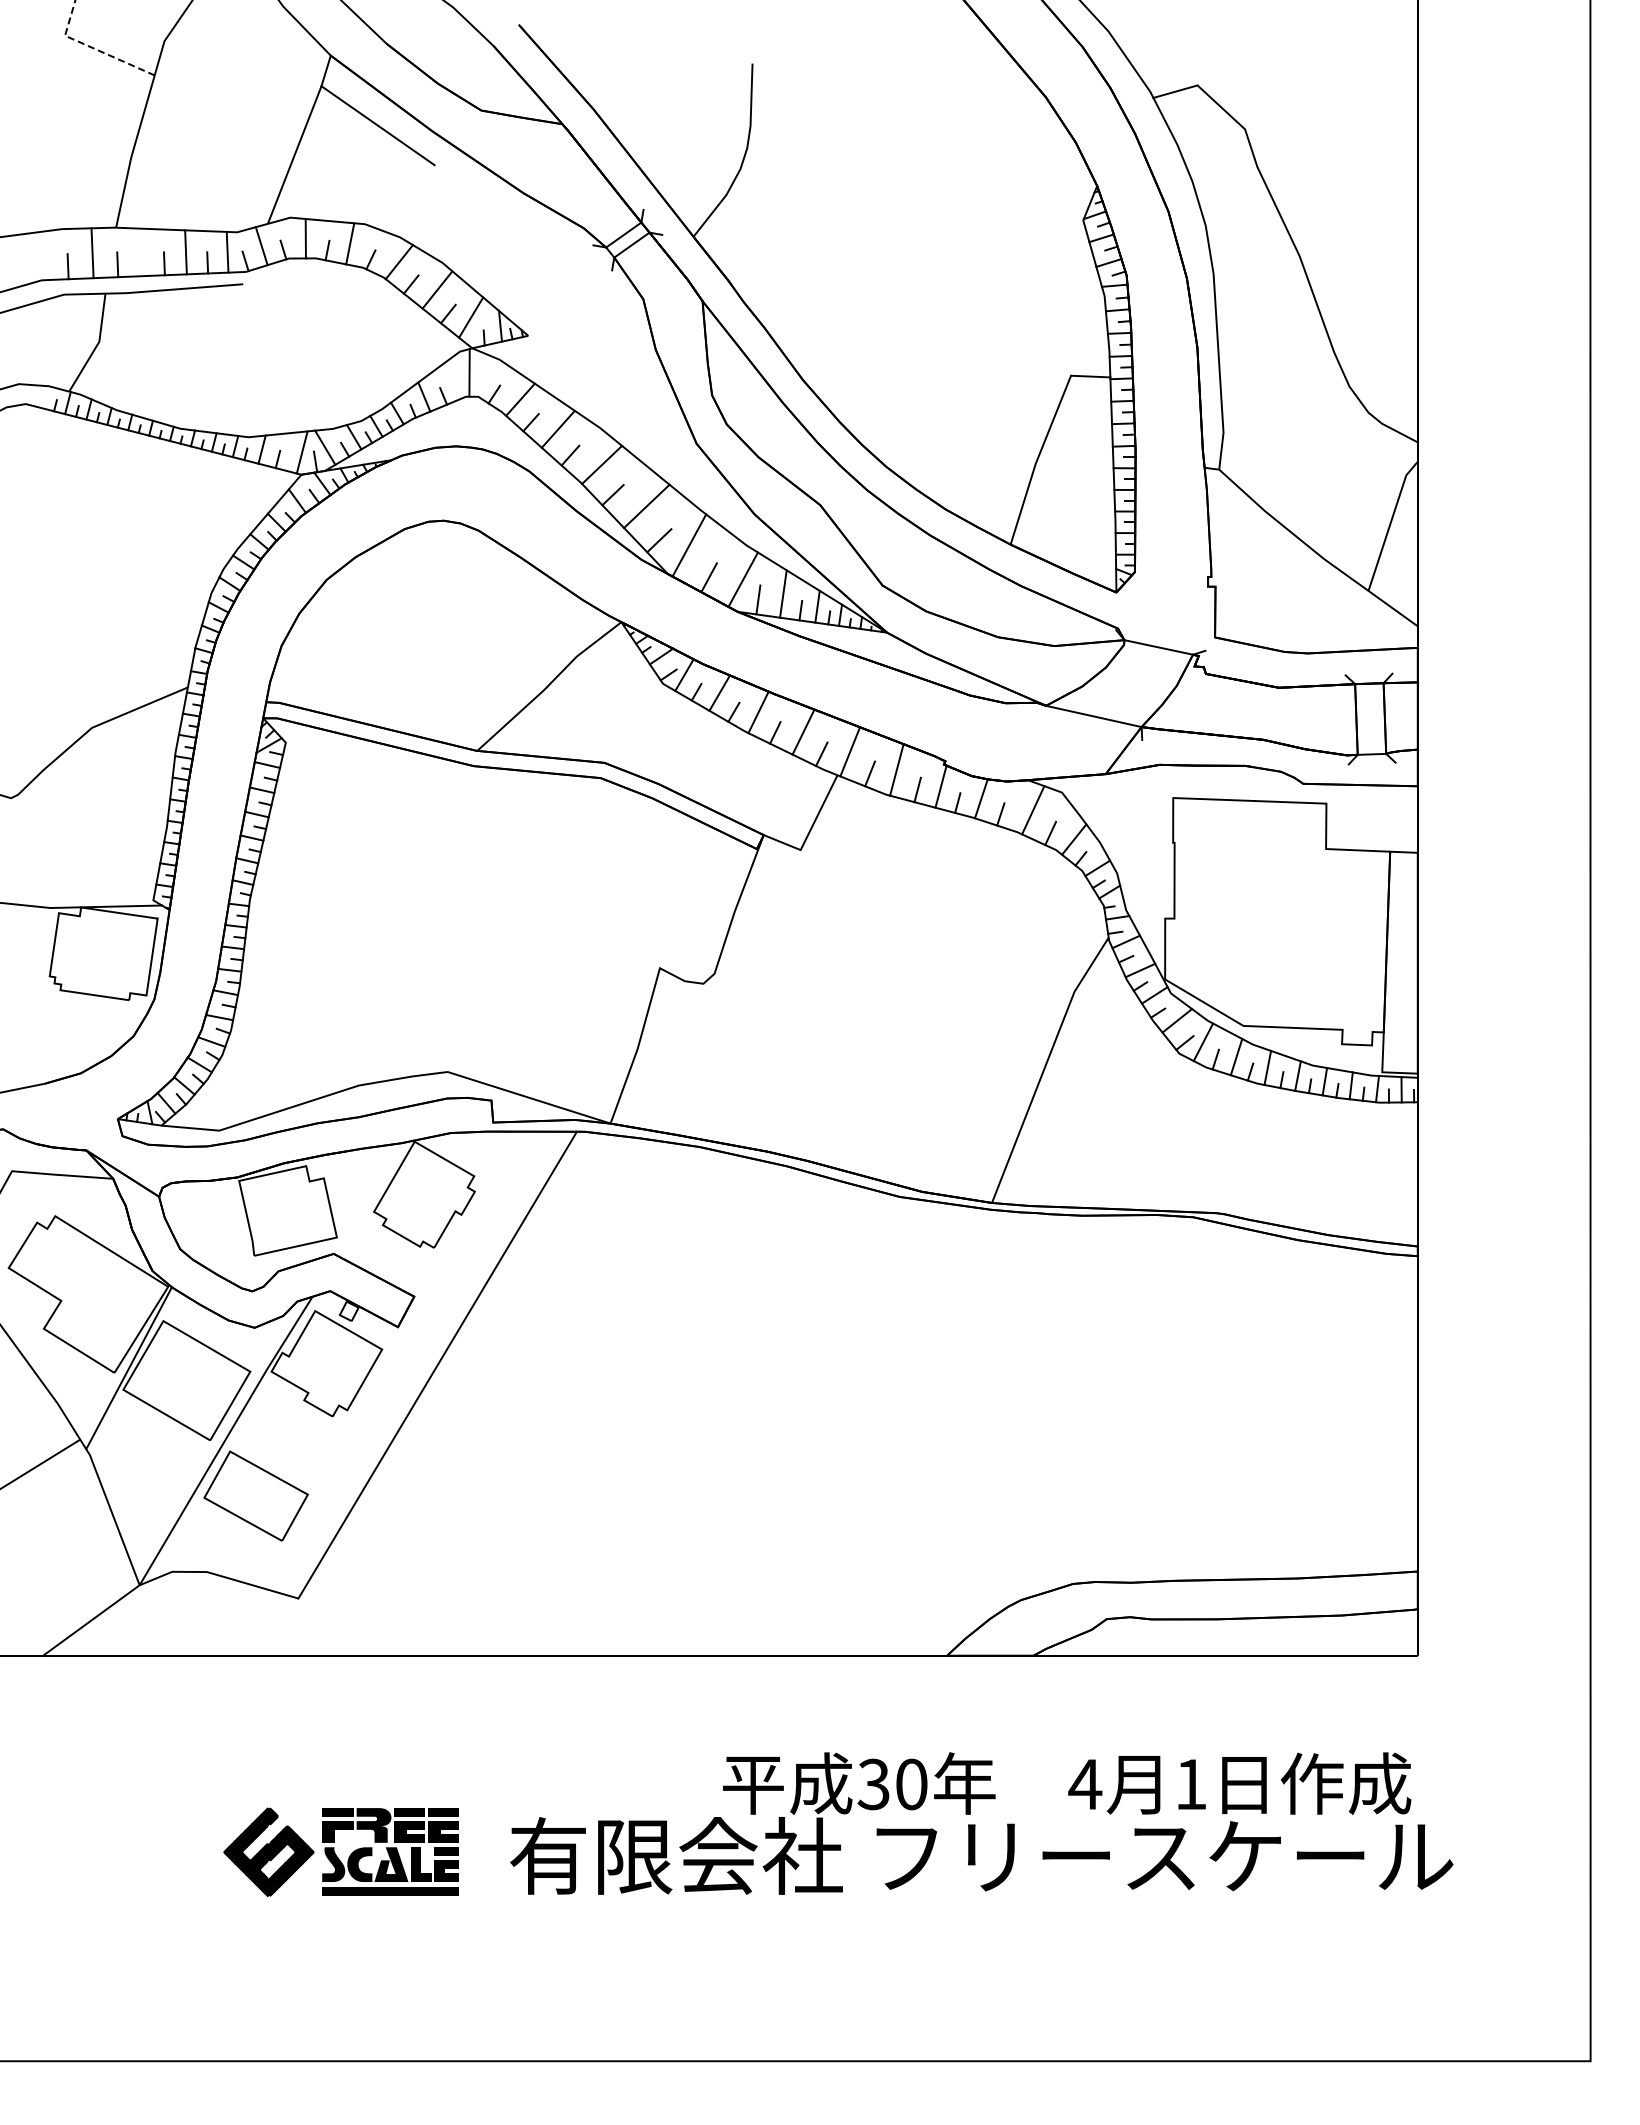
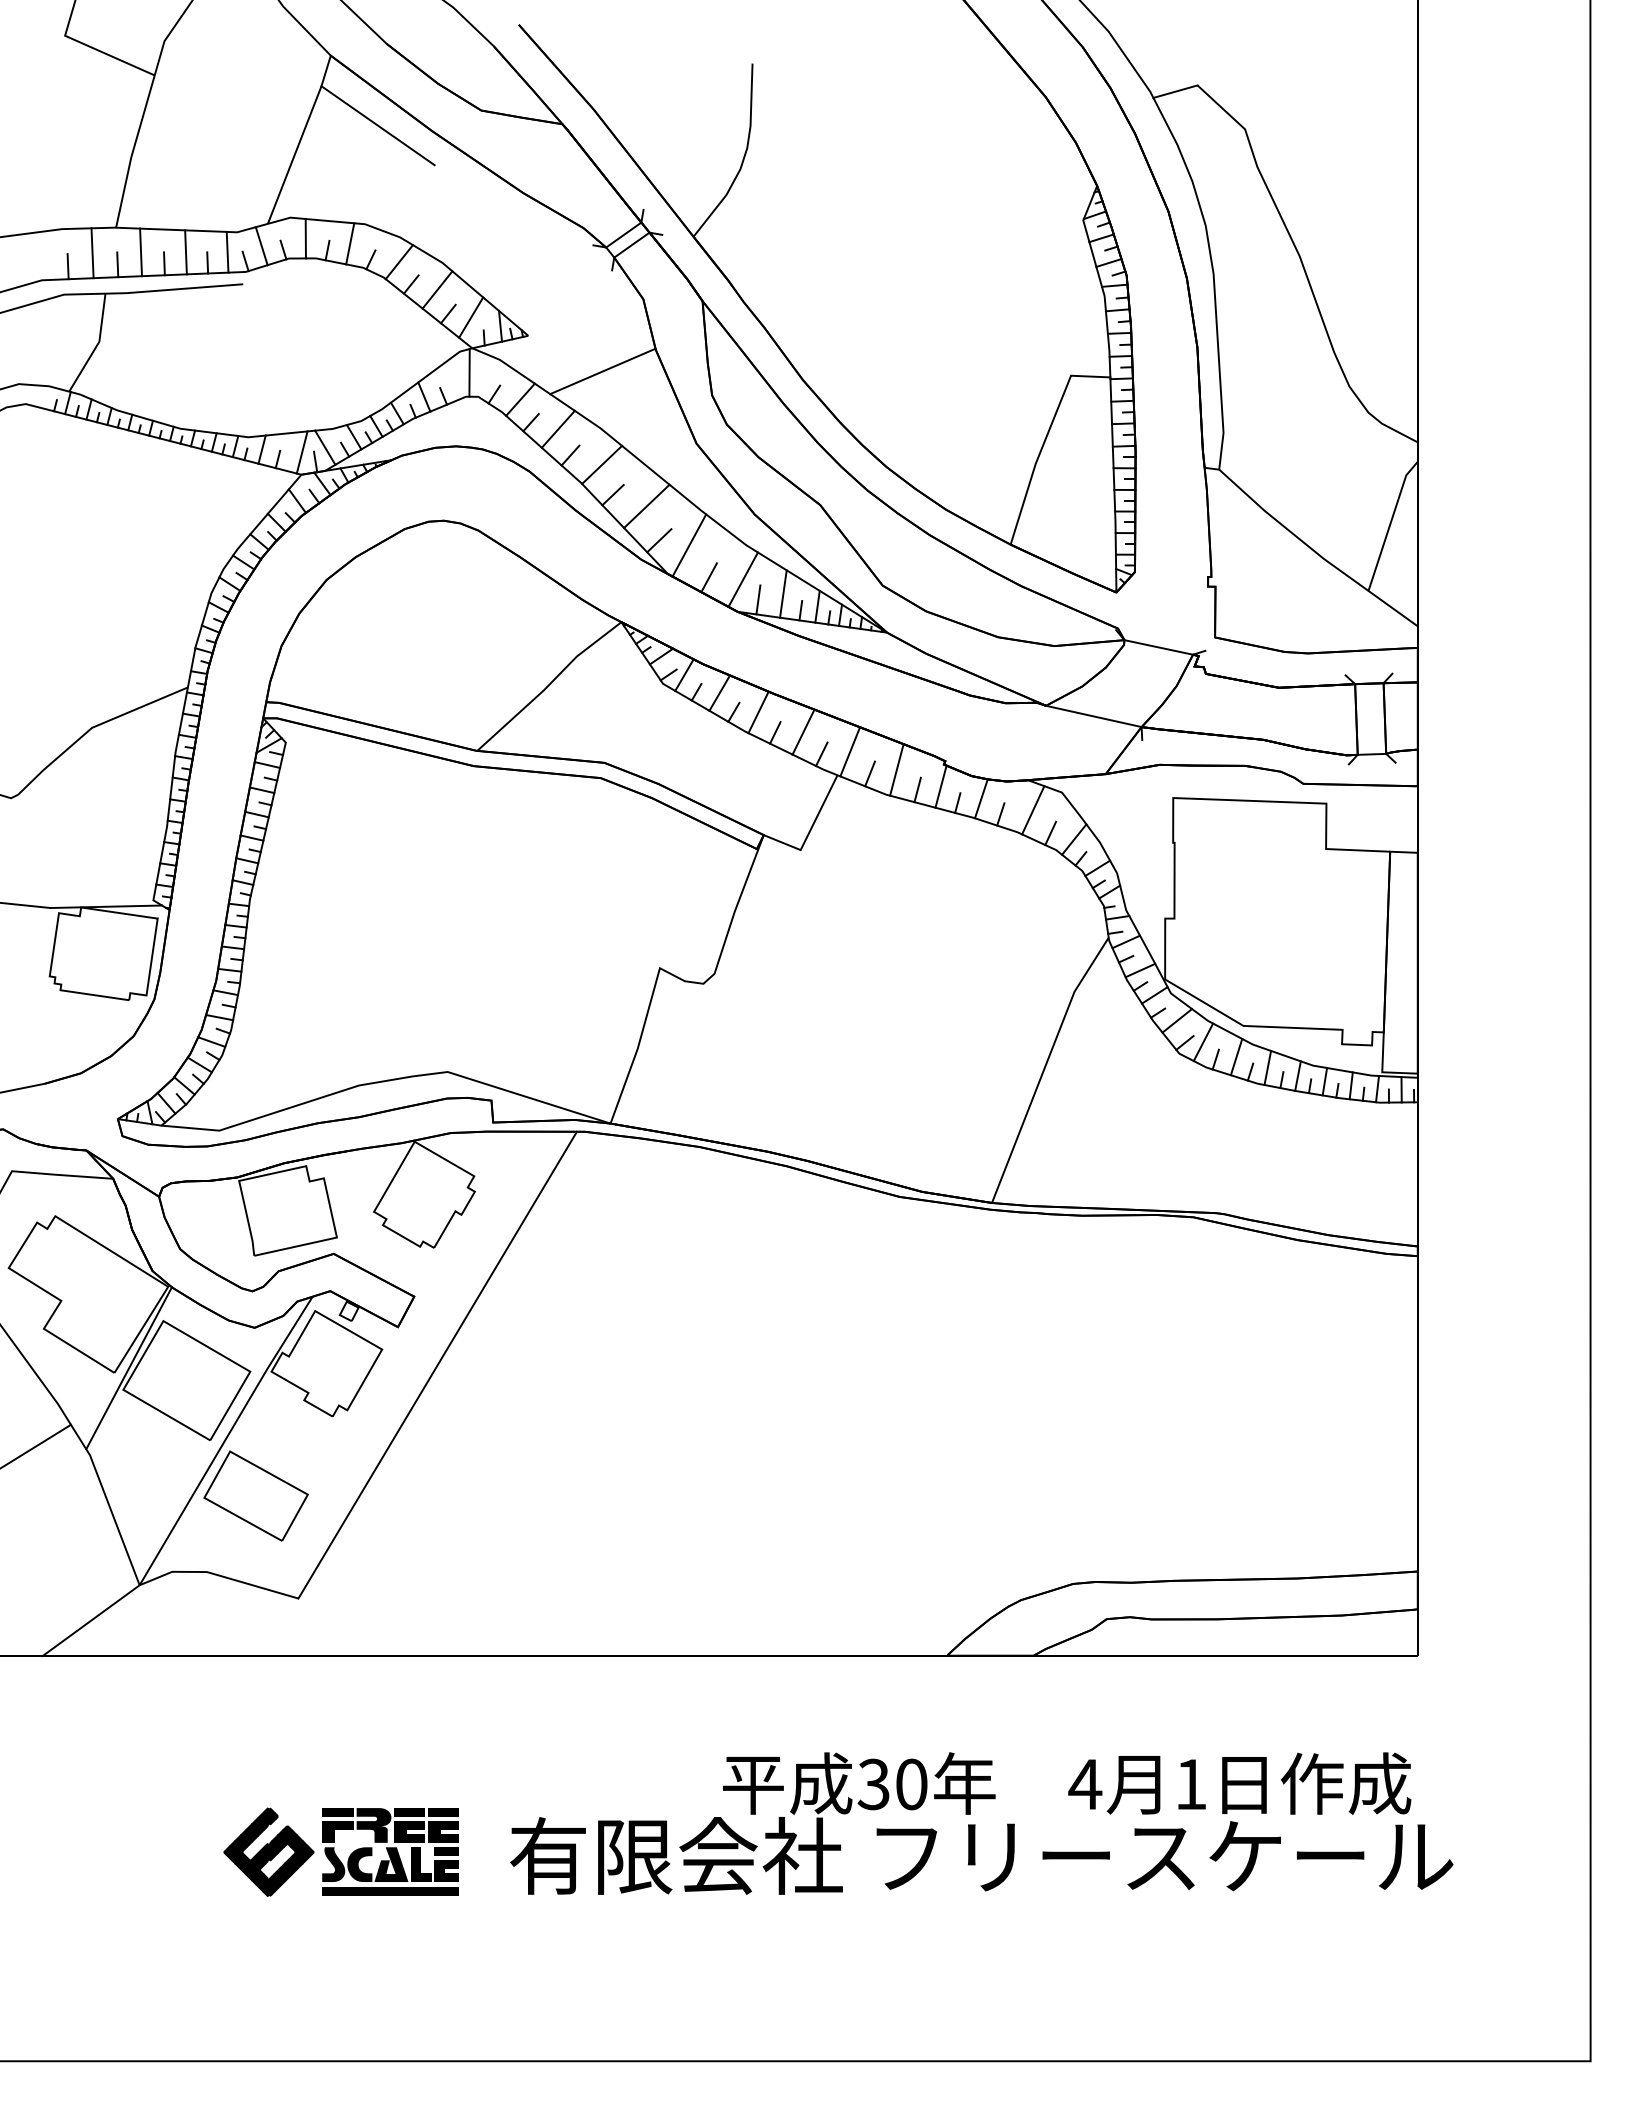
line at (92, 47): dashed -> solid
line at (141, 252): none -> present
line at (602, 371): none -> present
line at (40, 1463) position: (40, 1463) -> (36, 1445)
